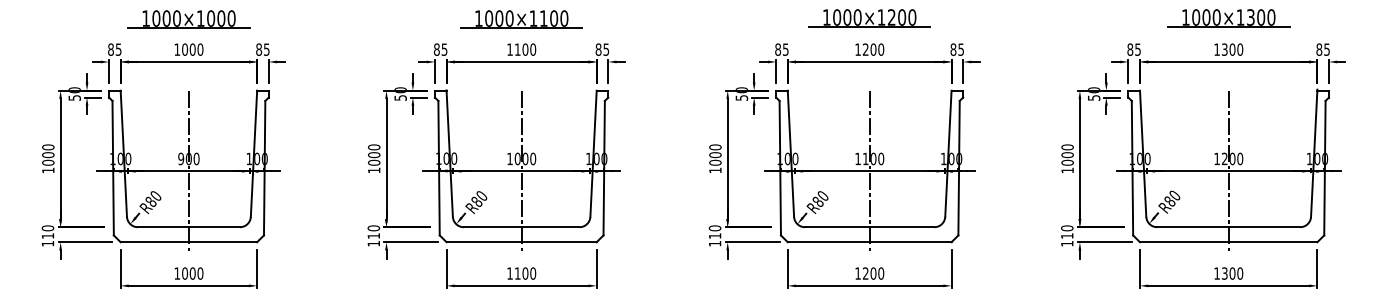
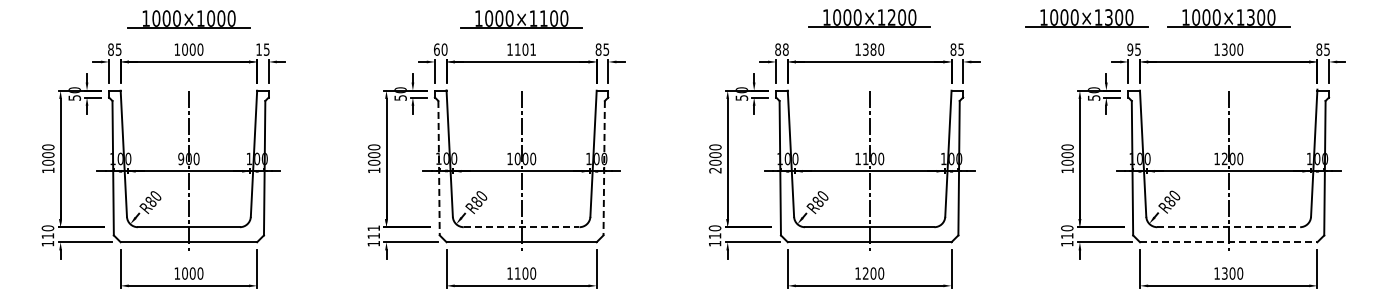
part at (1086, 18): none -> present
text at (259, 49): 85 -> 15
text at (440, 49): 85 -> 60
text at (533, 49): 1100 -> 1101
text at (785, 49): 85 -> 88
text at (869, 49): 1200 -> 1380
text at (1130, 49): 85 -> 95
line at (439, 168): solid -> dashed
line at (604, 168): solid -> dashed
text at (715, 170): 1000 -> 2000
line at (521, 227): solid -> dashed
line at (1229, 227): solid -> dashed
text at (373, 228): 110 -> 111
line at (1228, 242): solid -> dashed
